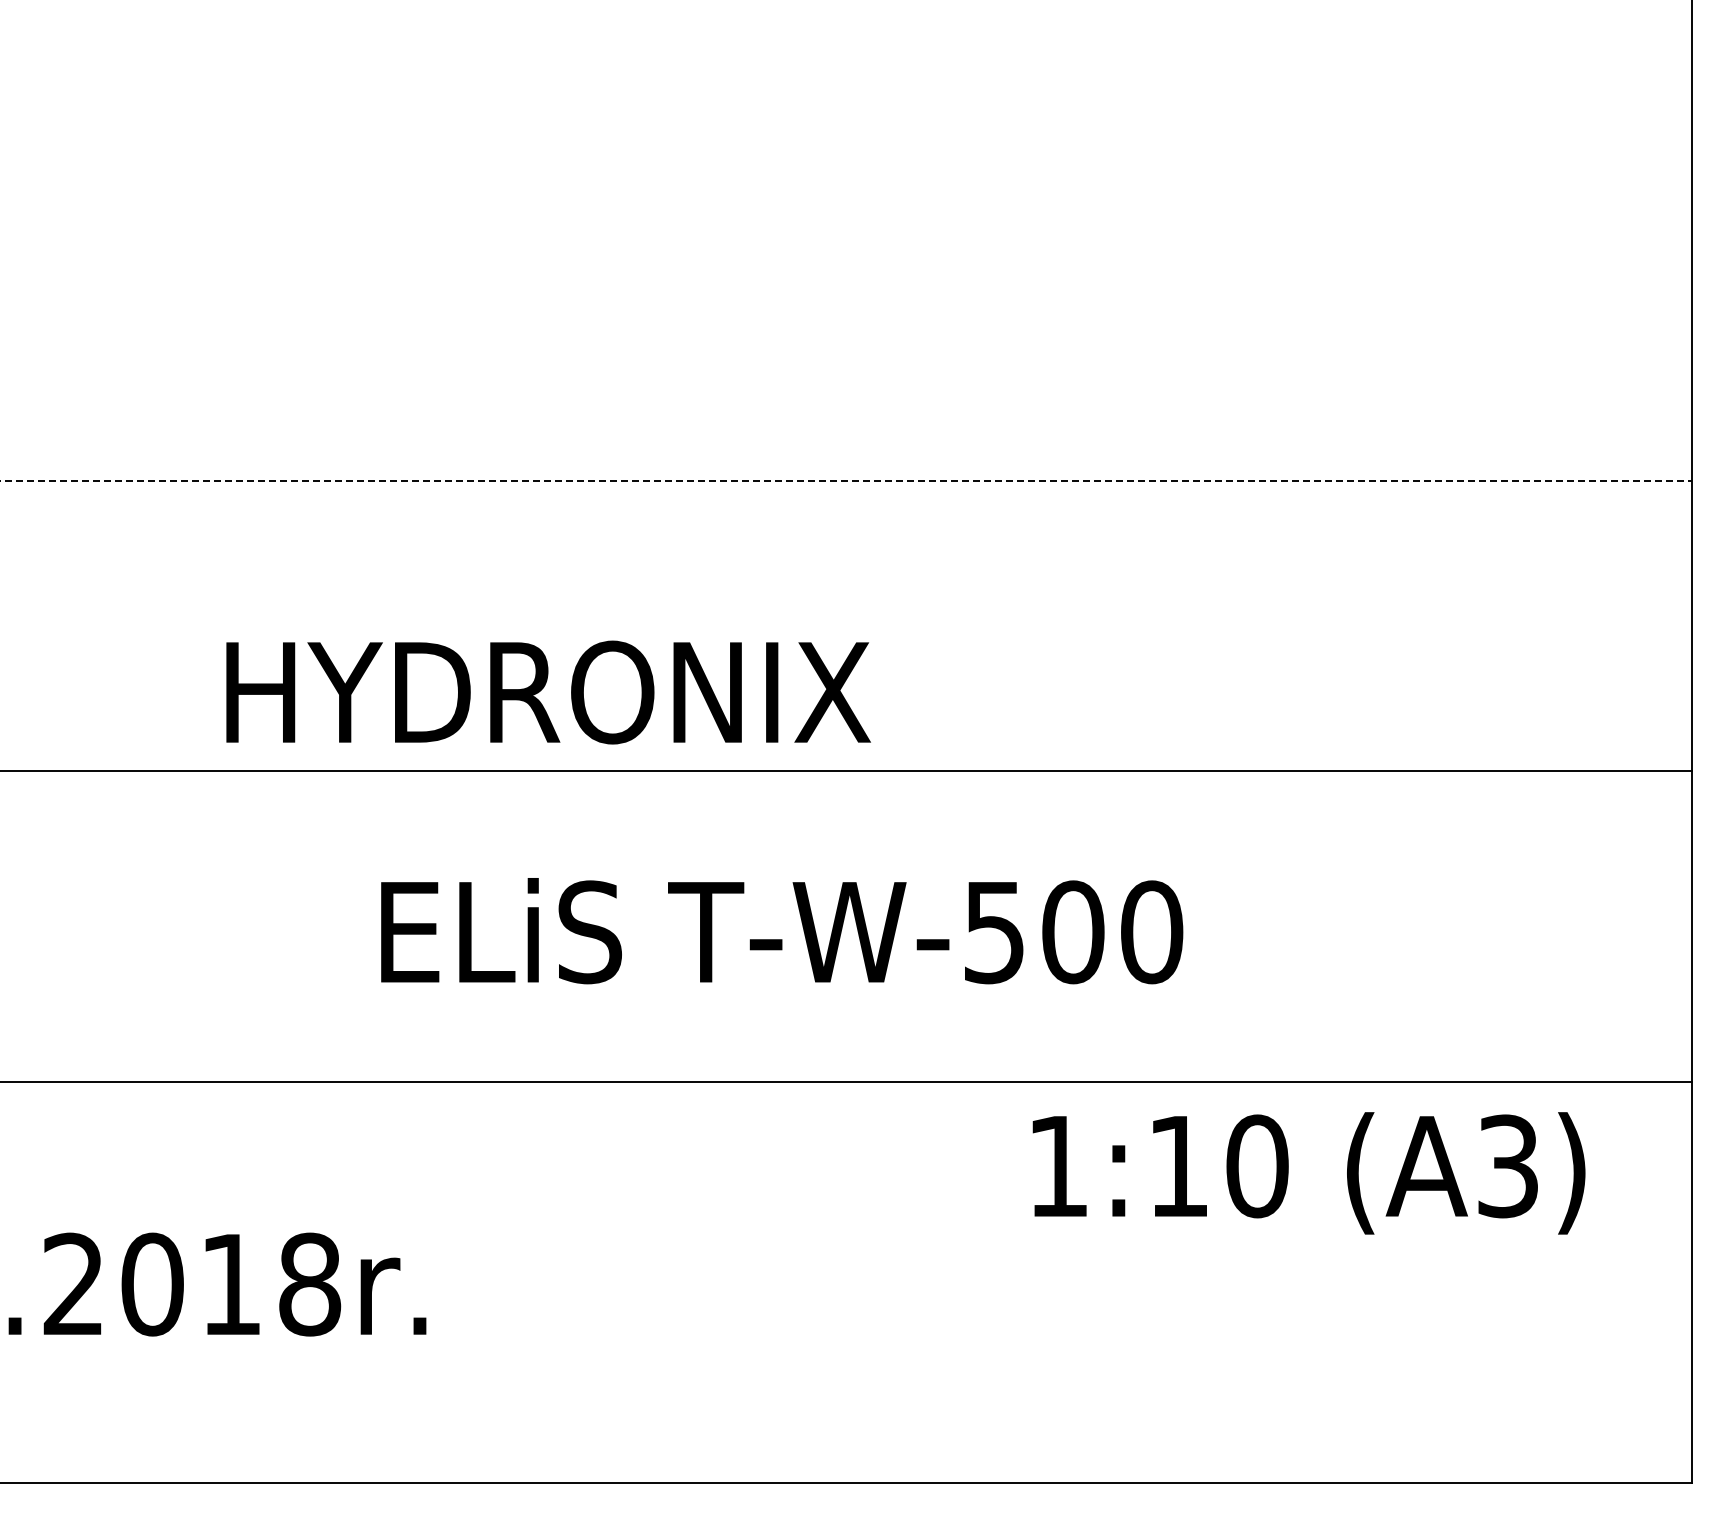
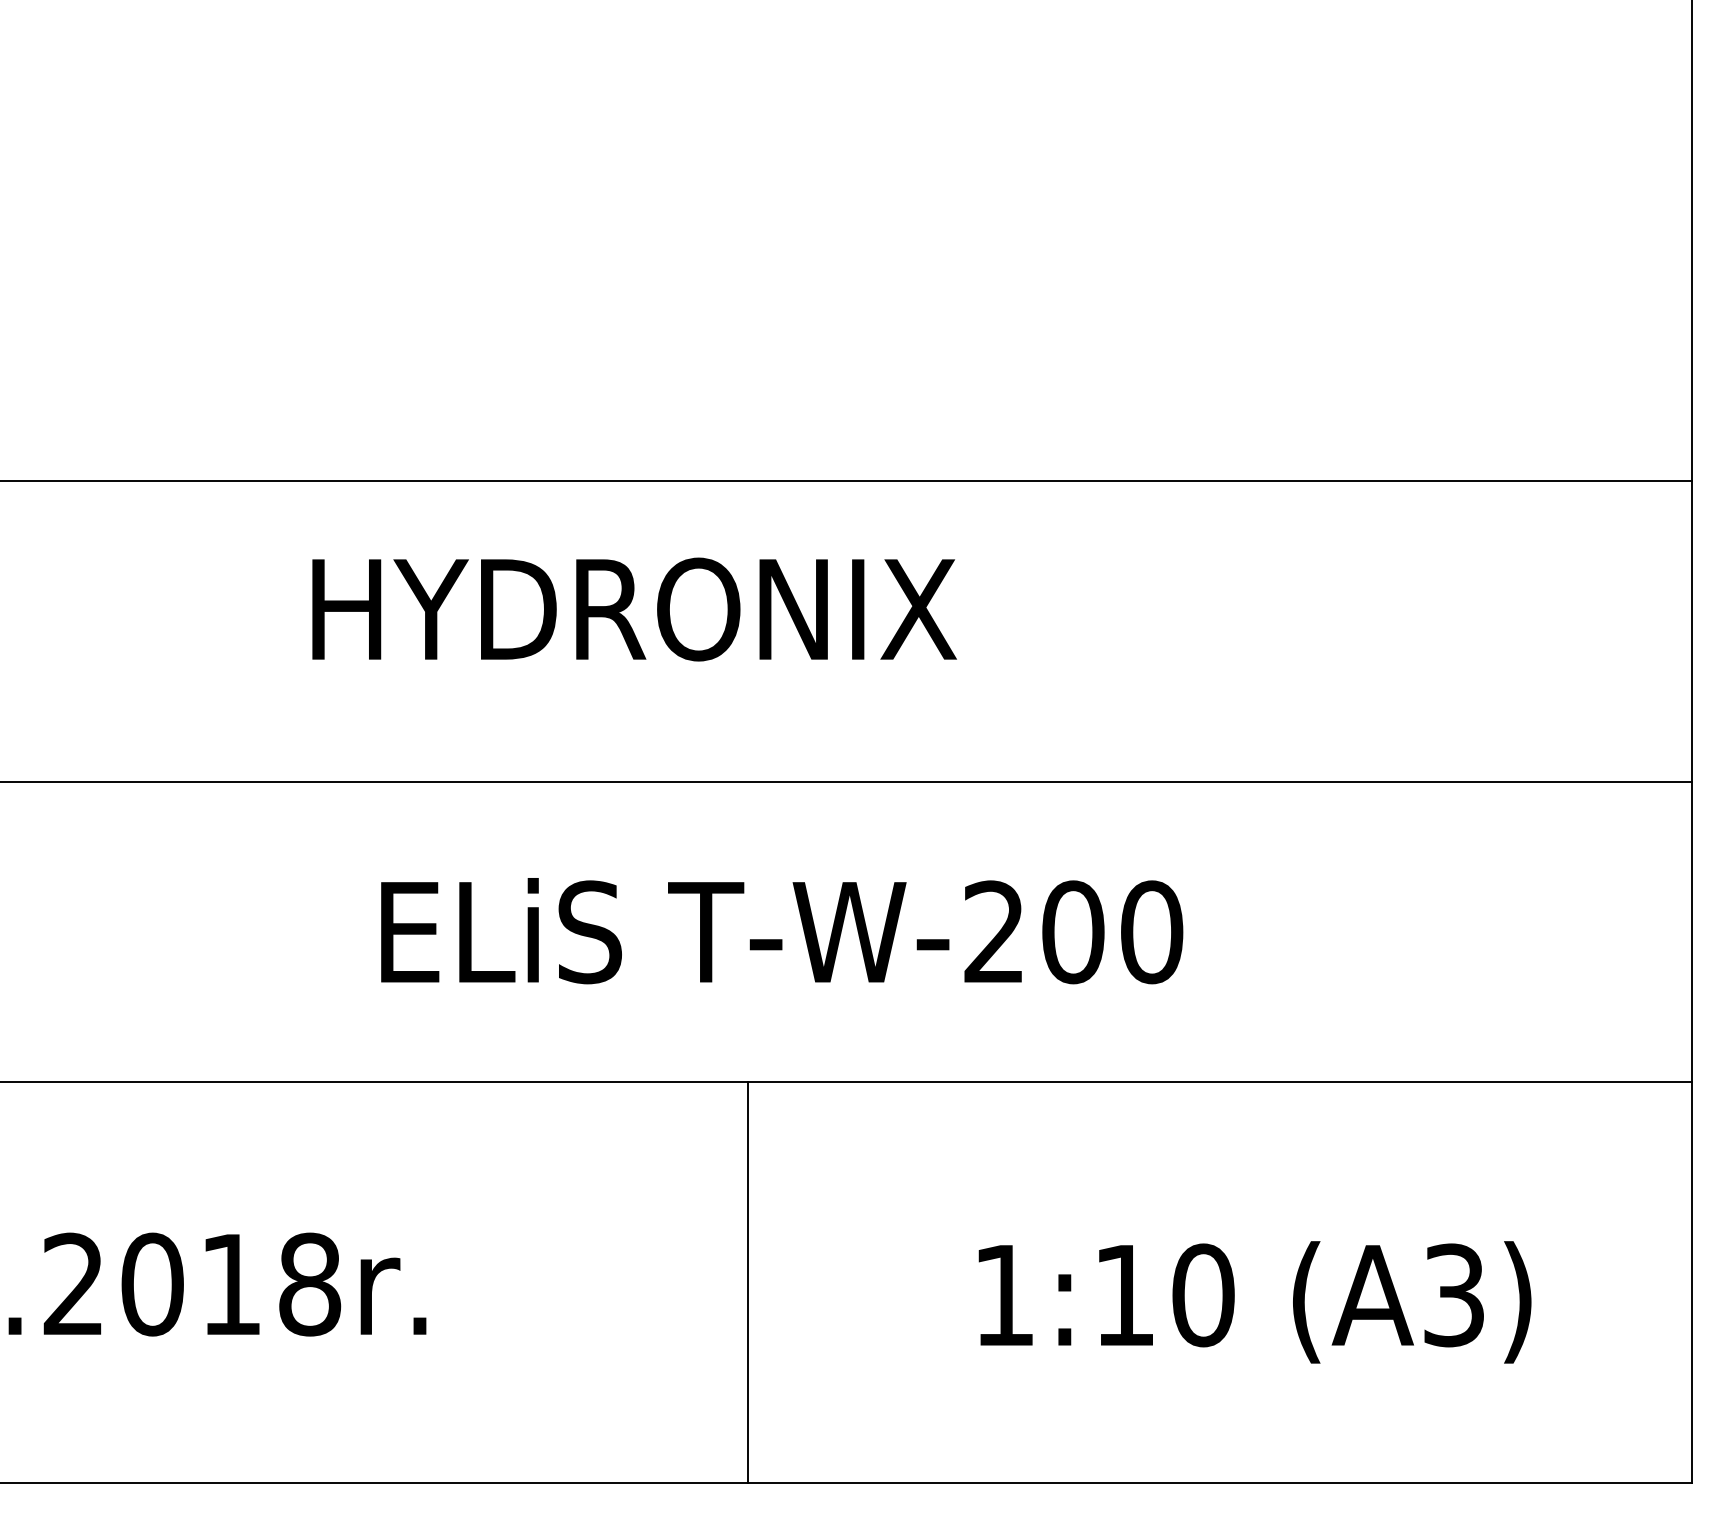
line at (846, 480): dashed -> solid
text at (548, 692) position: (548, 692) -> (634, 609)
line at (847, 770) position: (847, 770) -> (847, 781)
text at (993, 932): T-W-500 -> T-W-200
text at (1308, 1173) position: (1308, 1173) -> (1254, 1302)
line at (747, 1282): none -> present
